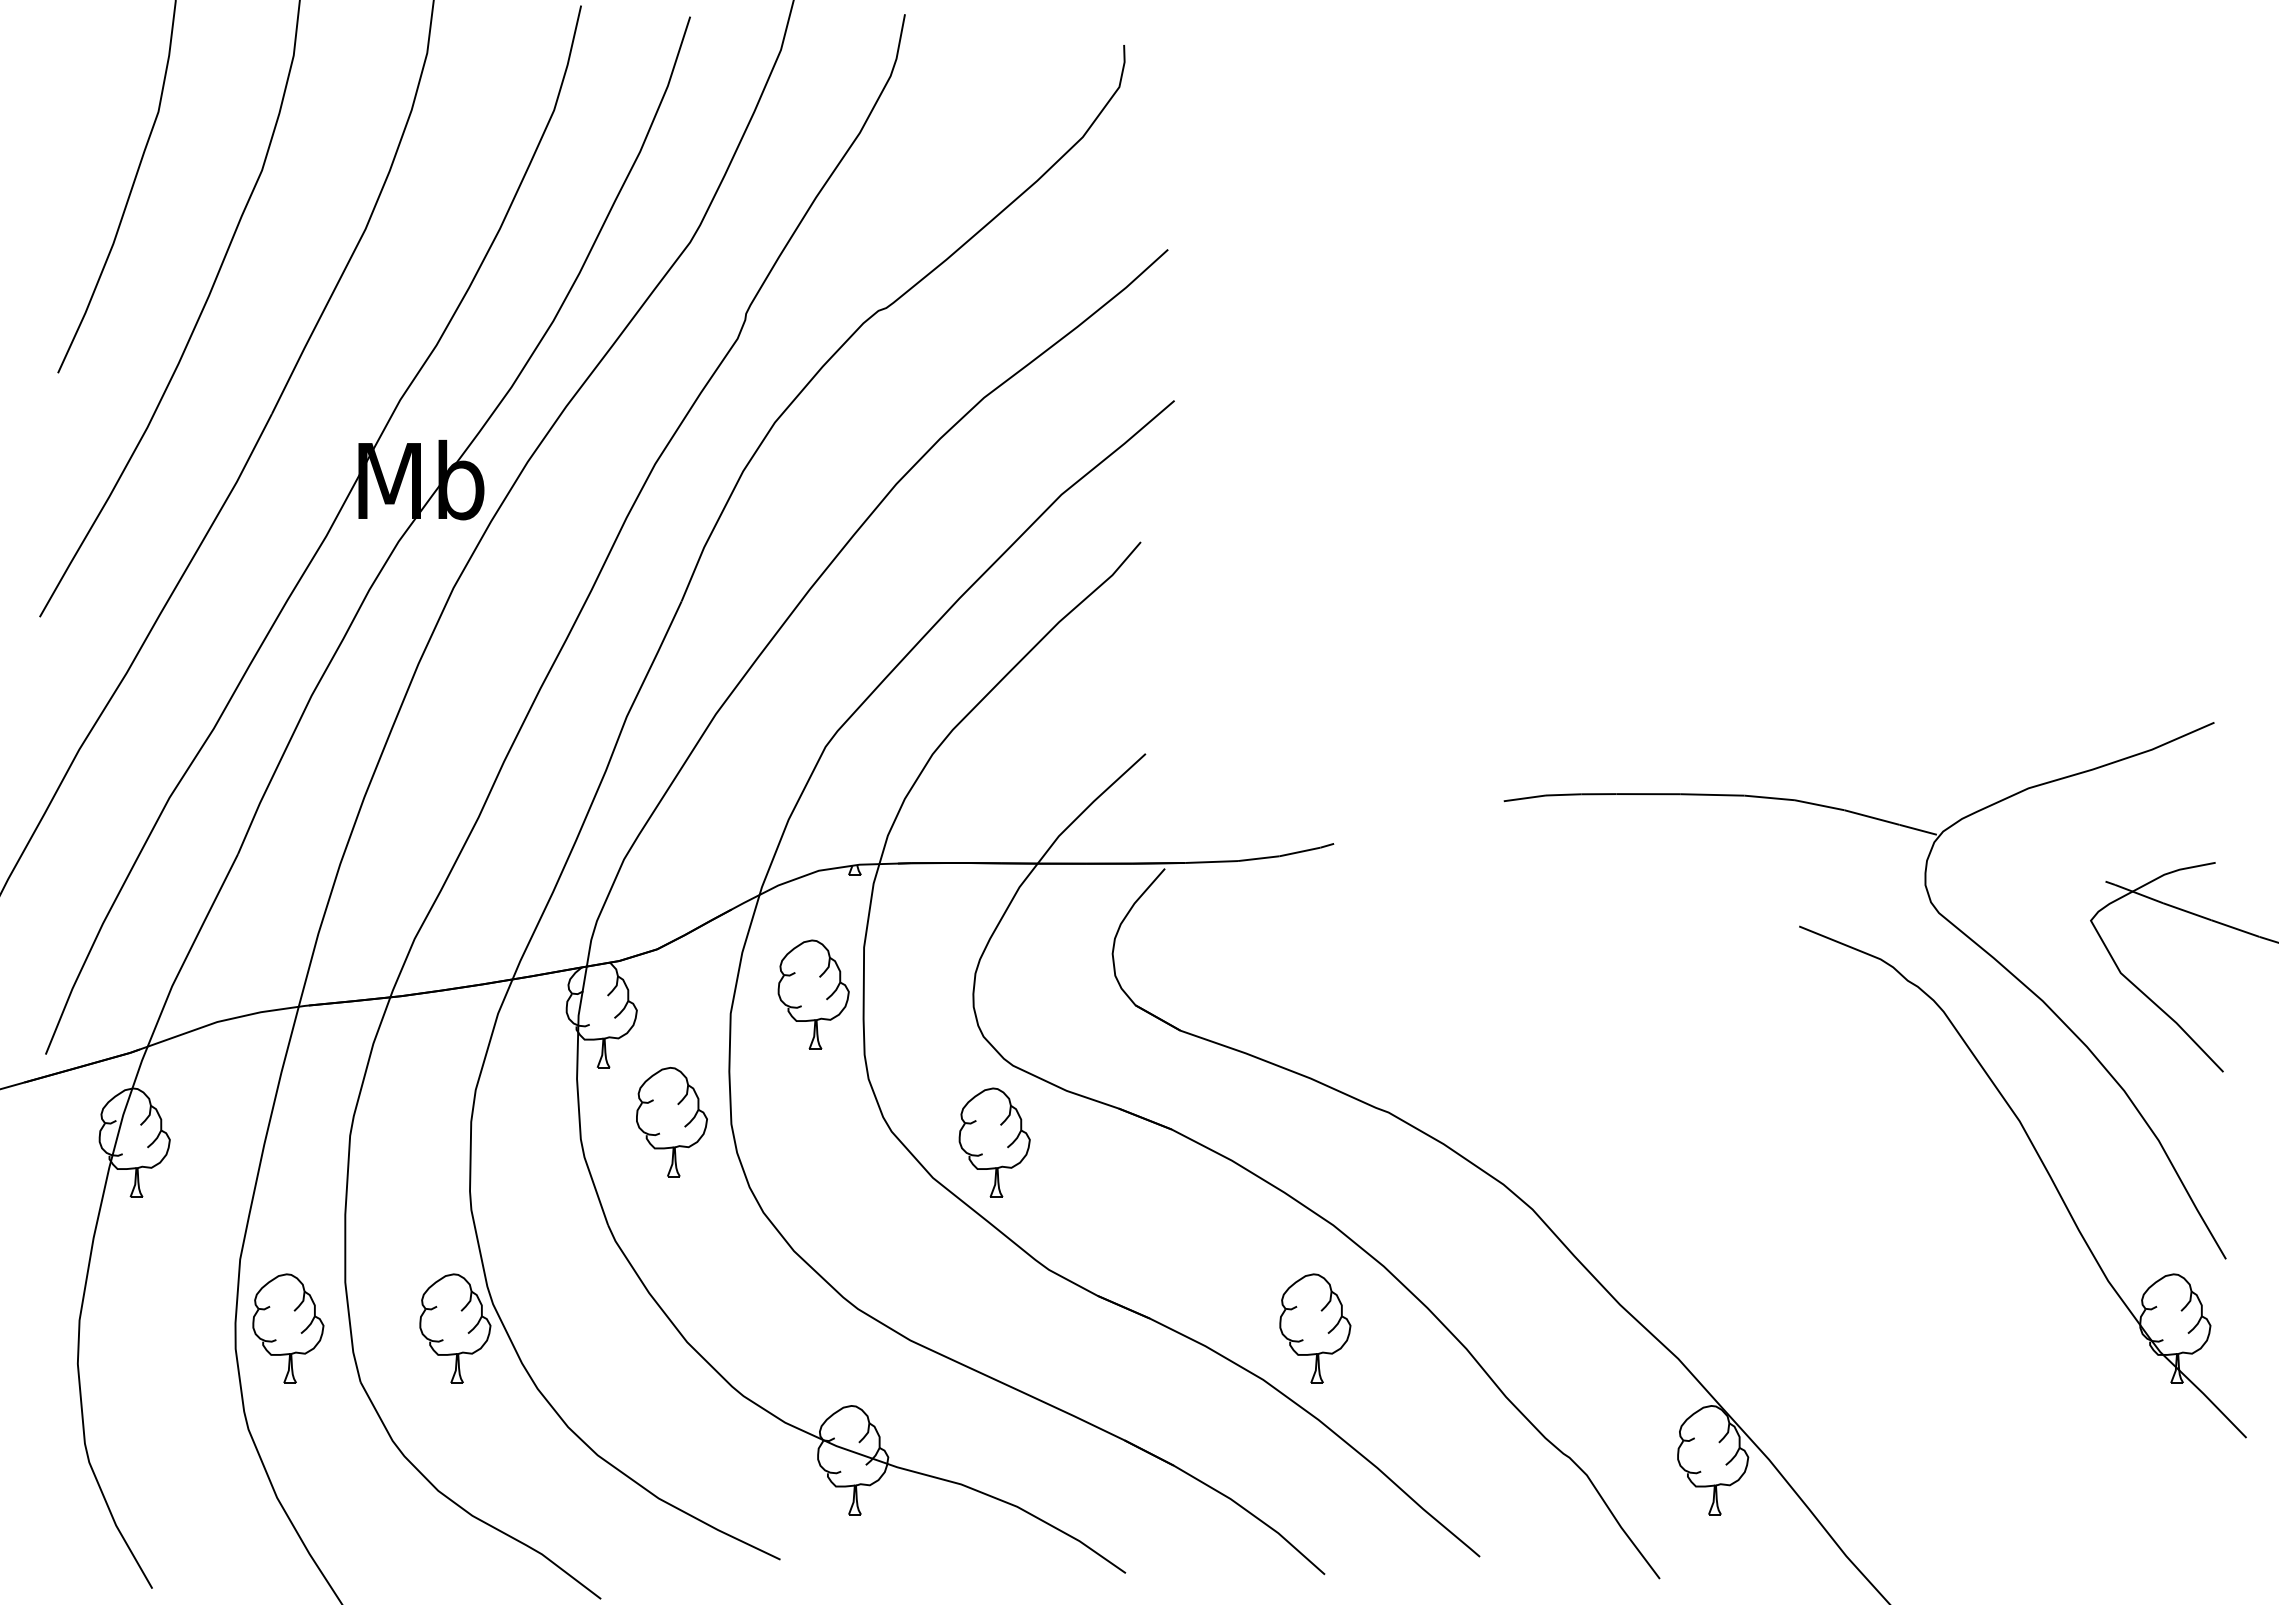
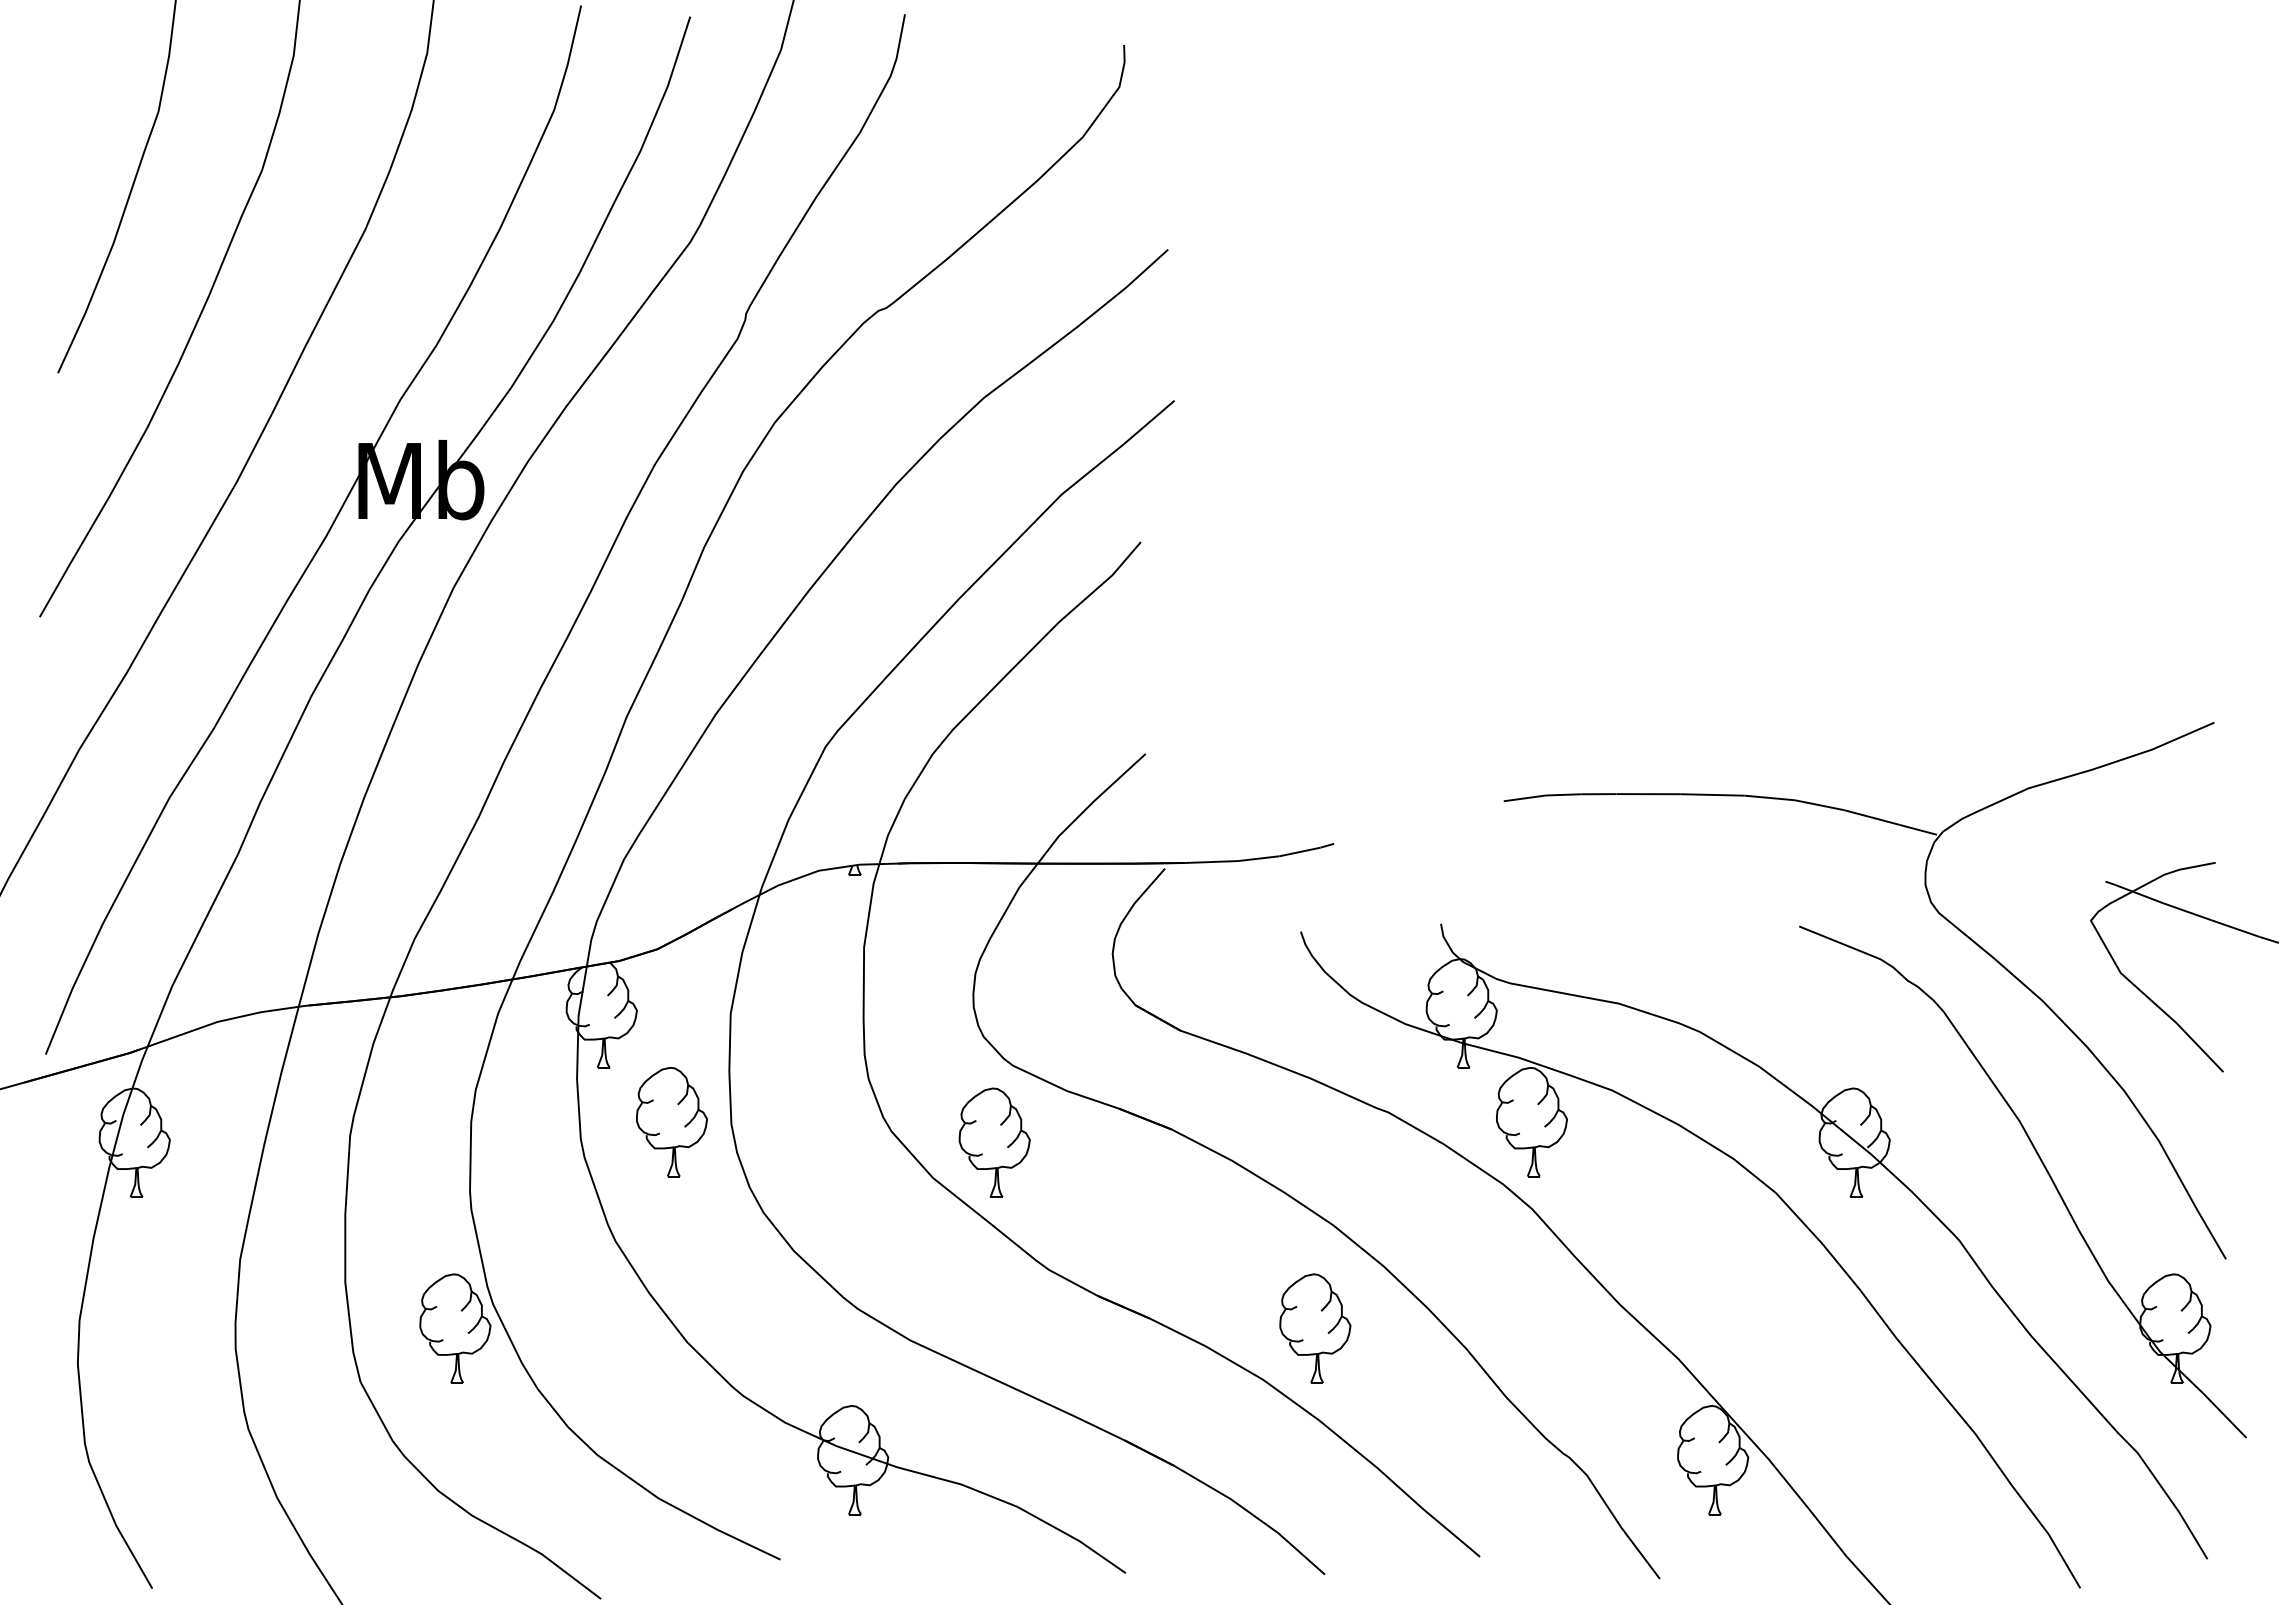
part at (813, 994): present -> none
part at (1797, 1218): none -> present
part at (288, 1328): present -> none
